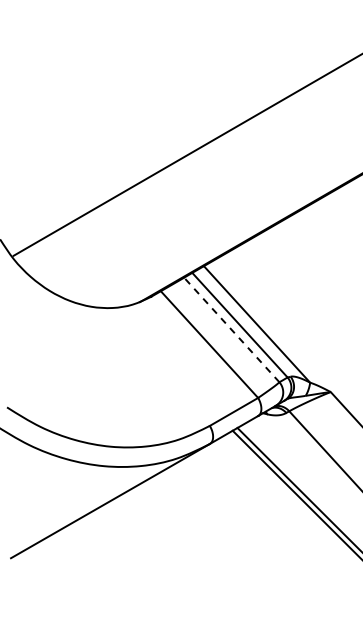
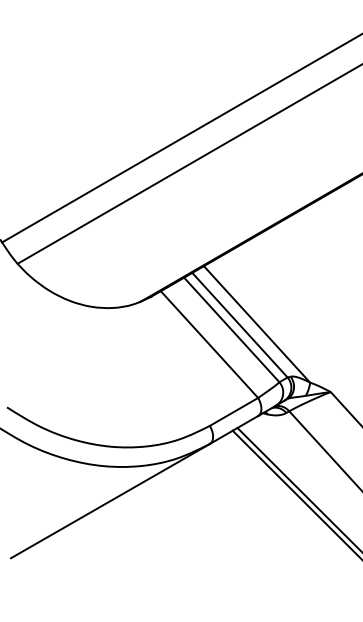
line at (180, 138): none -> present
line at (186, 155) position: (186, 155) -> (188, 164)
line at (231, 329): dashed -> solid
